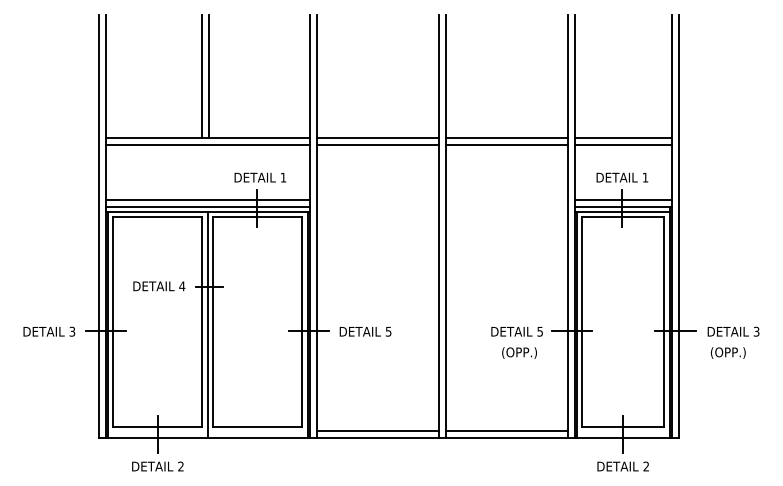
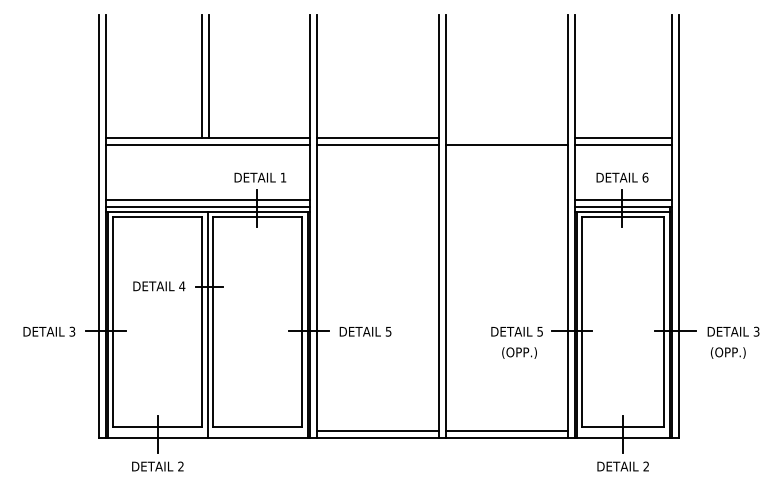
line at (506, 138): present -> none
text at (645, 177): 1 -> 6
